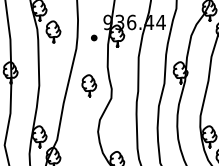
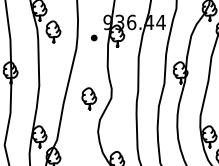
part at (89, 85) position: (89, 85) -> (89, 98)
